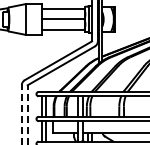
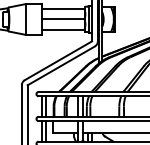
line at (21, 114): dashed -> solid
line at (27, 114): dashed -> solid
